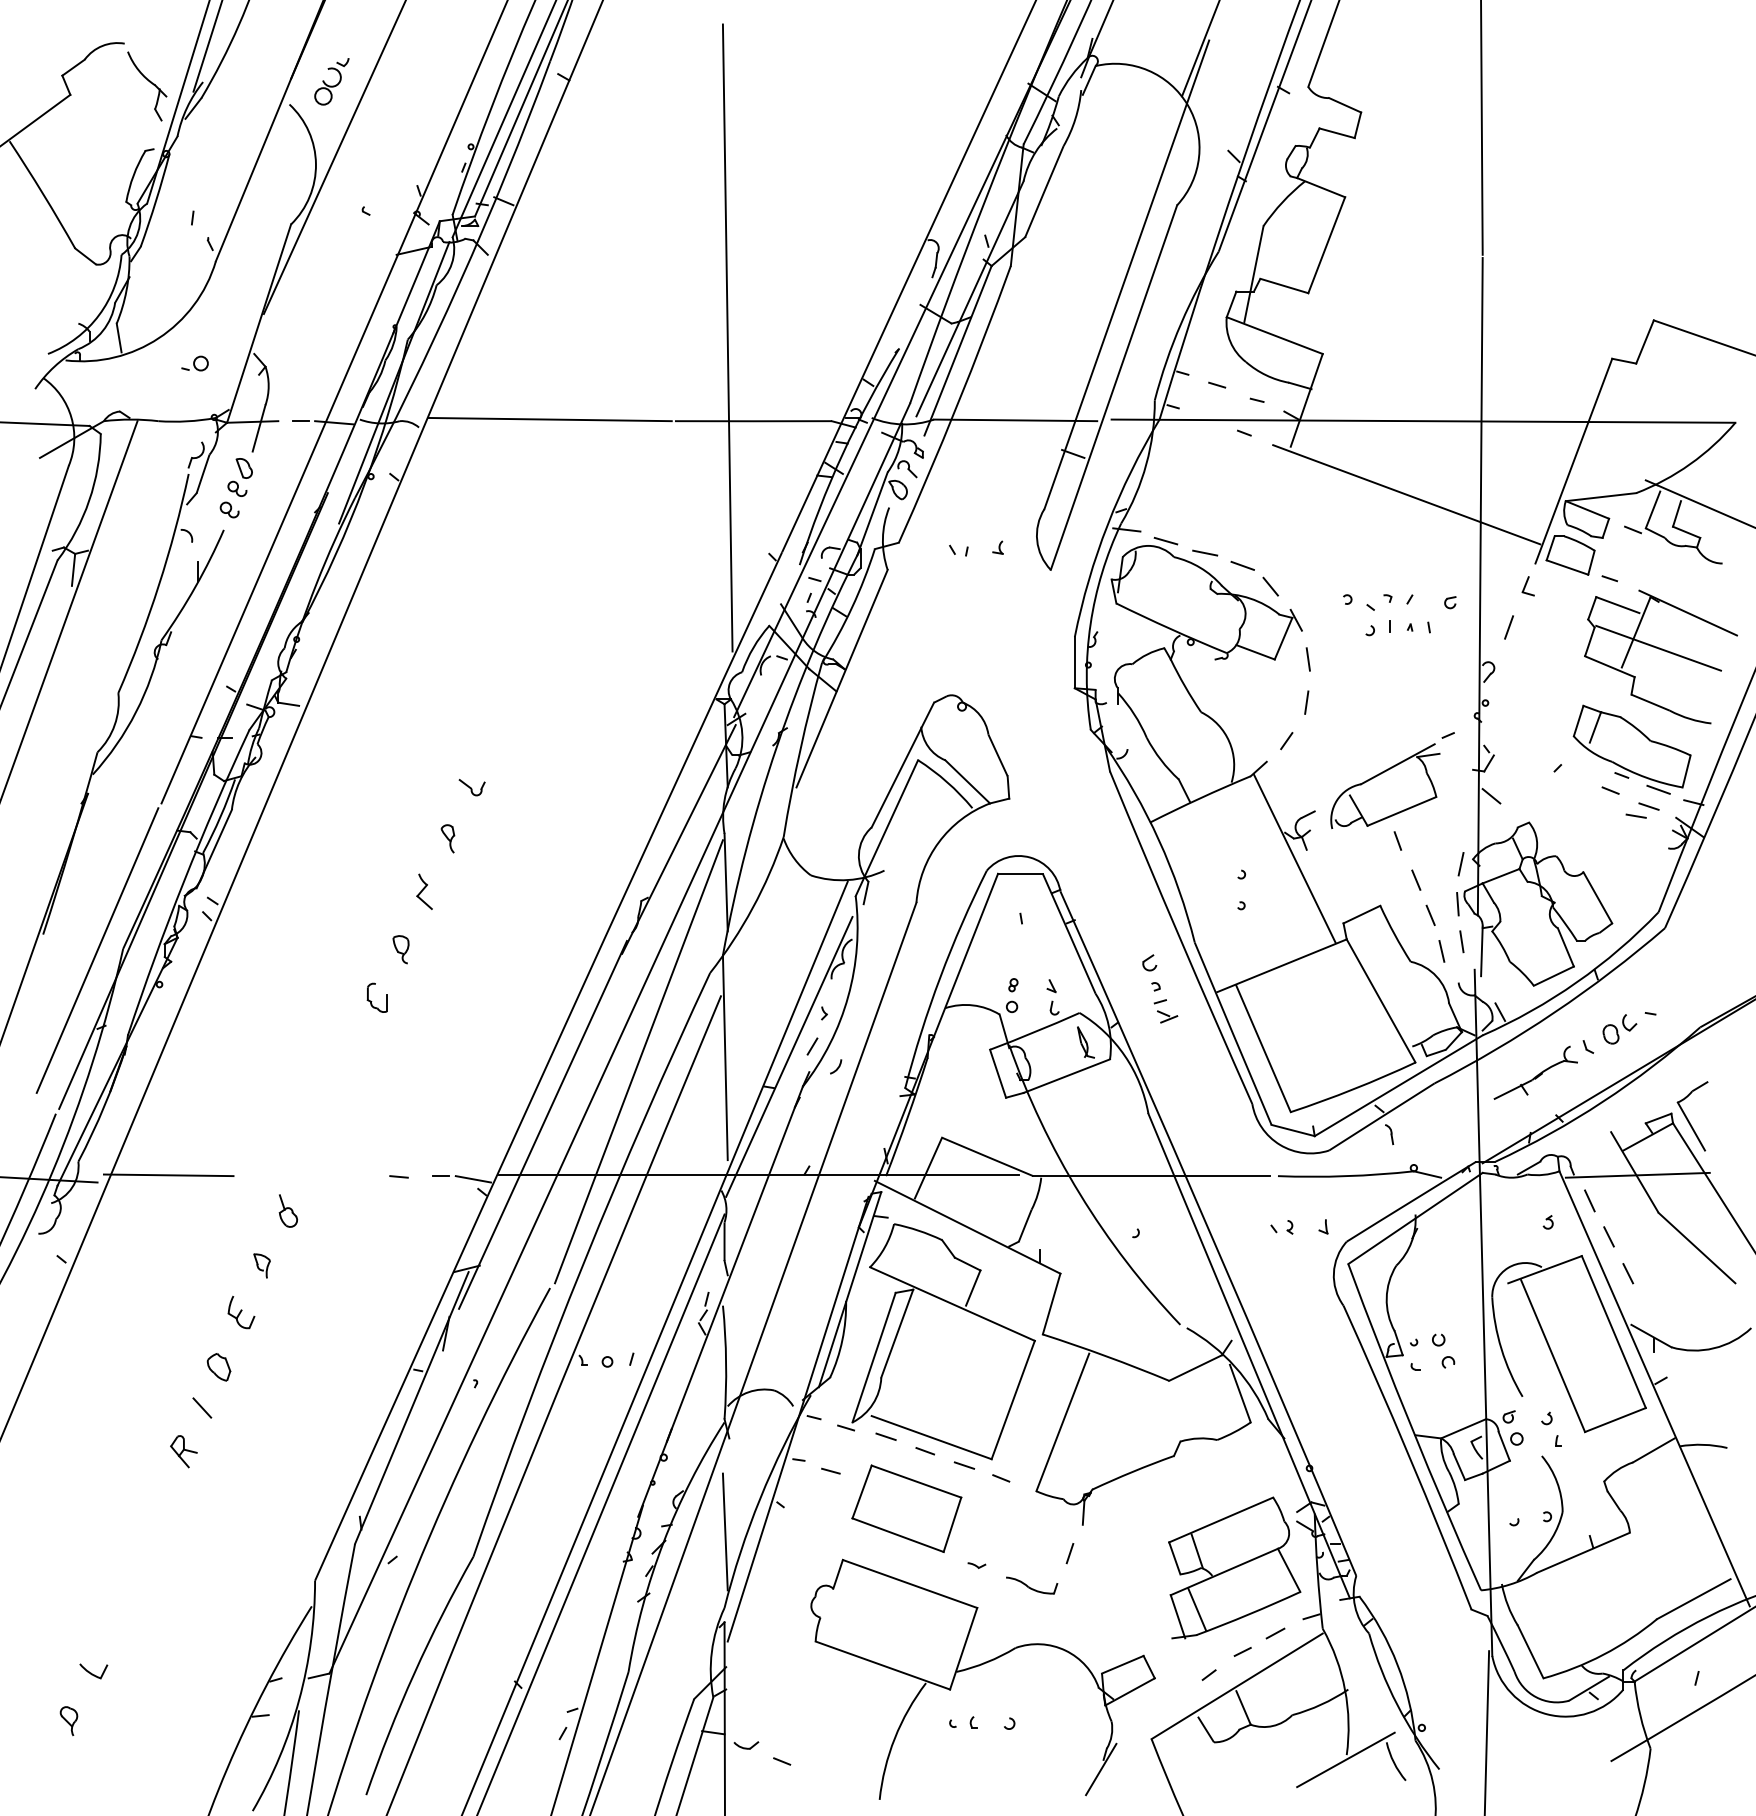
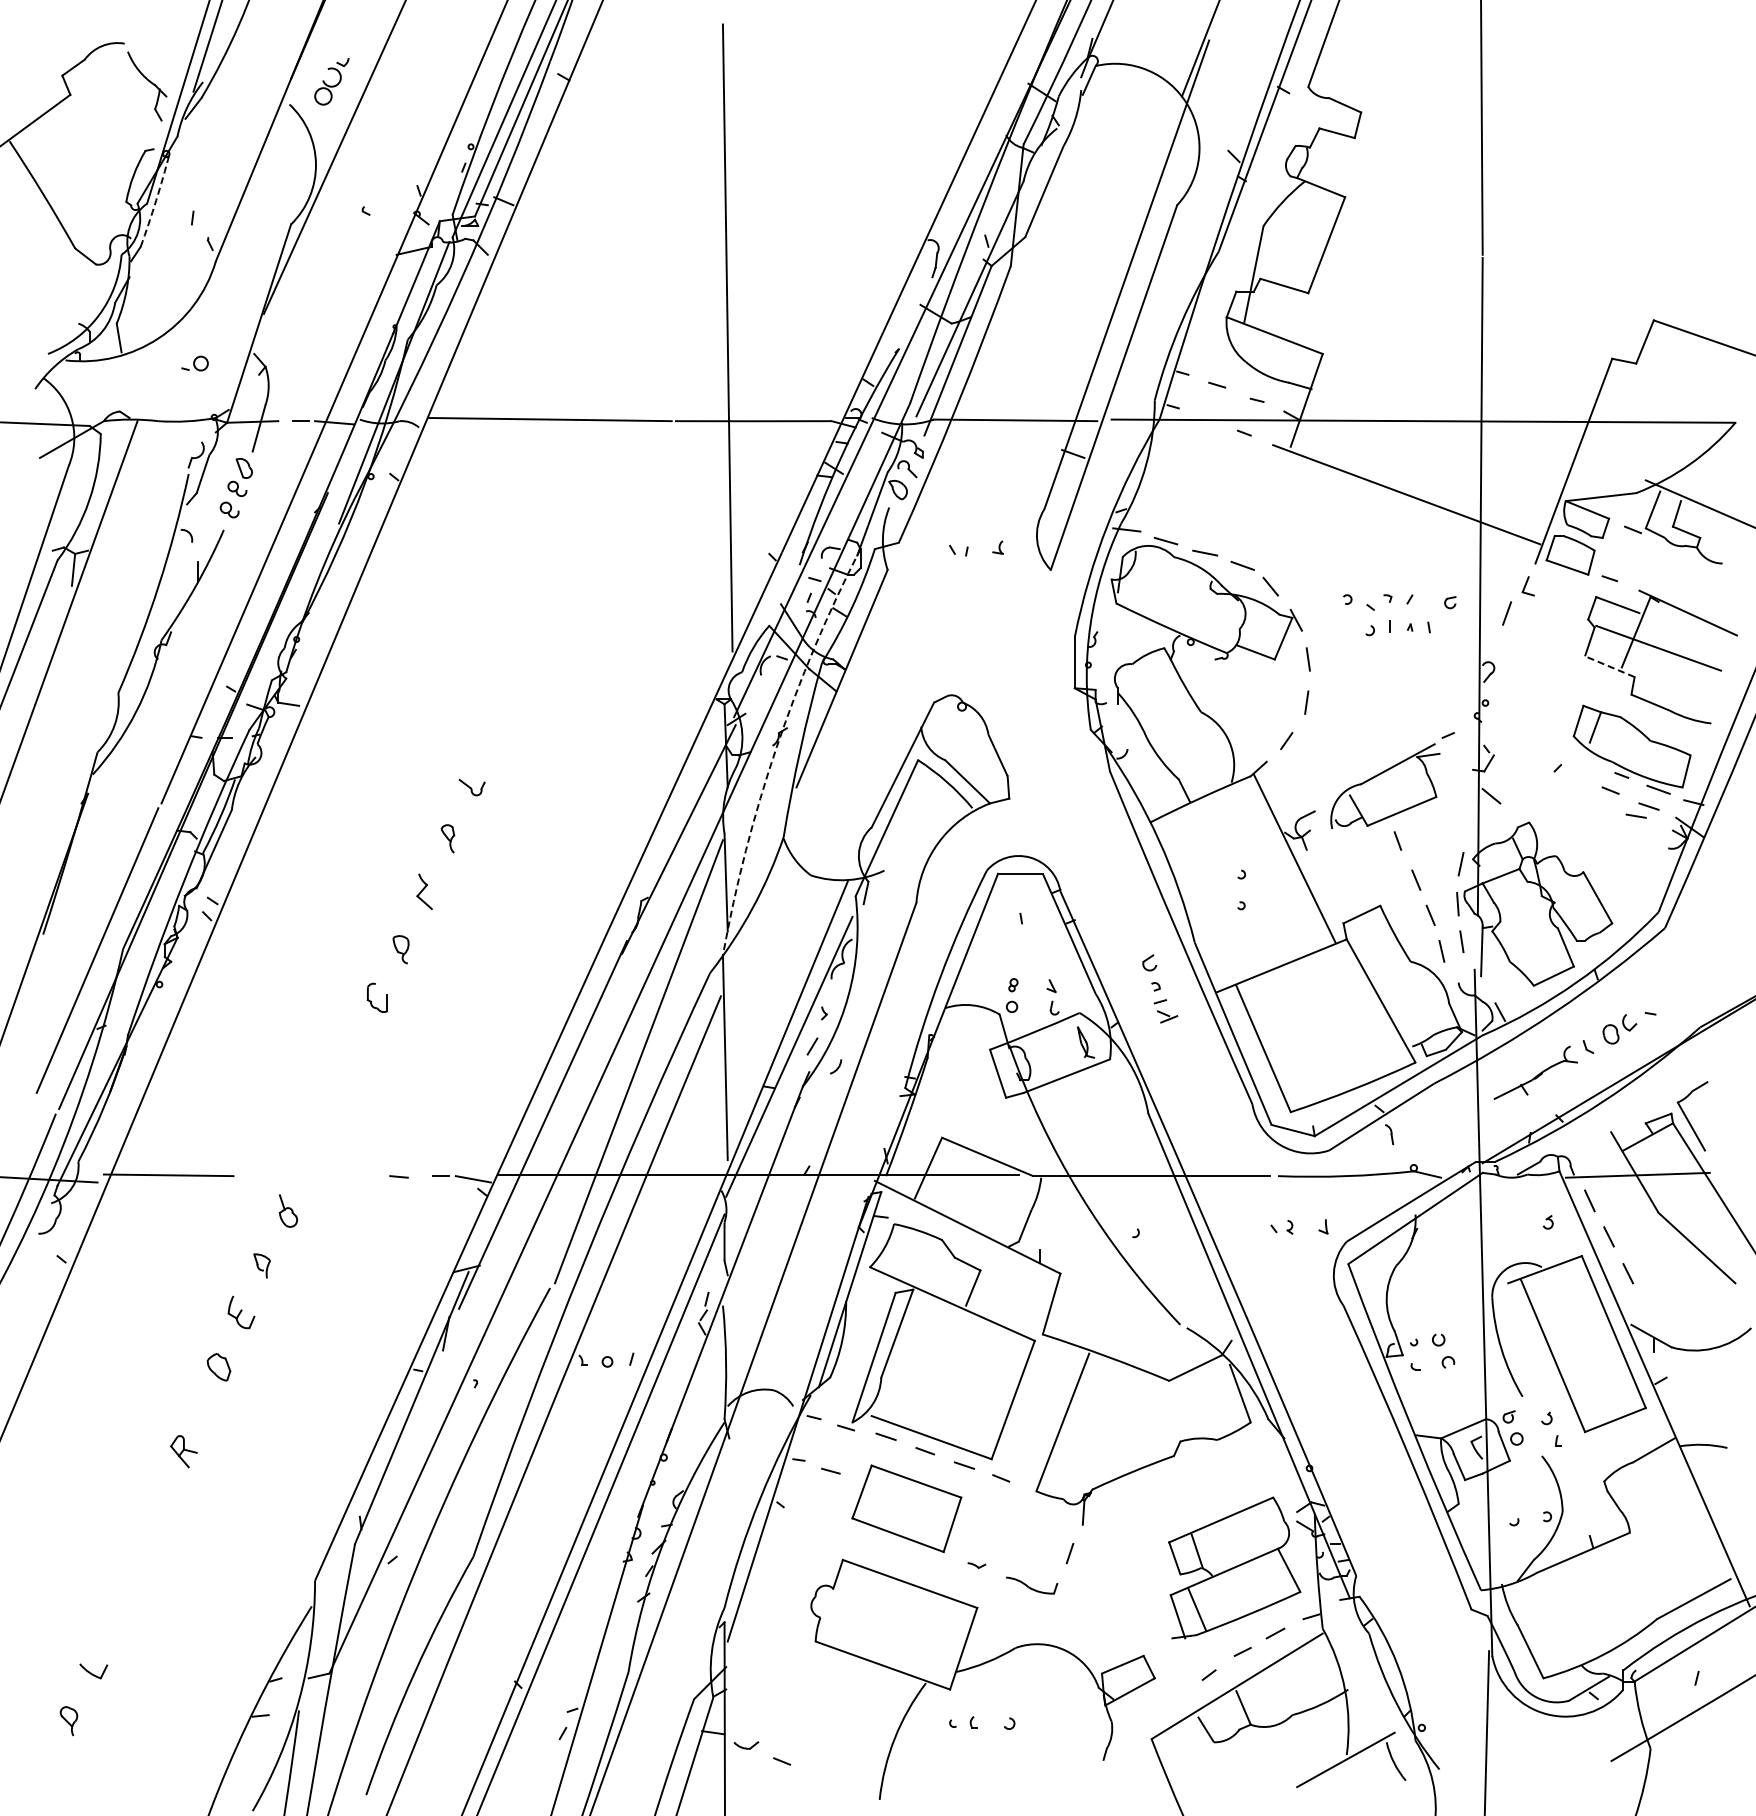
arc at (156, 200): solid -> dashed
line at (1508, 627) position: (1508, 627) -> (1506, 613)
line at (1609, 666): solid -> dashed
arc at (776, 747): solid -> dashed
line at (202, 1407): present -> none
line at (724, 1531): present -> none
line at (1101, 1769): present -> none
